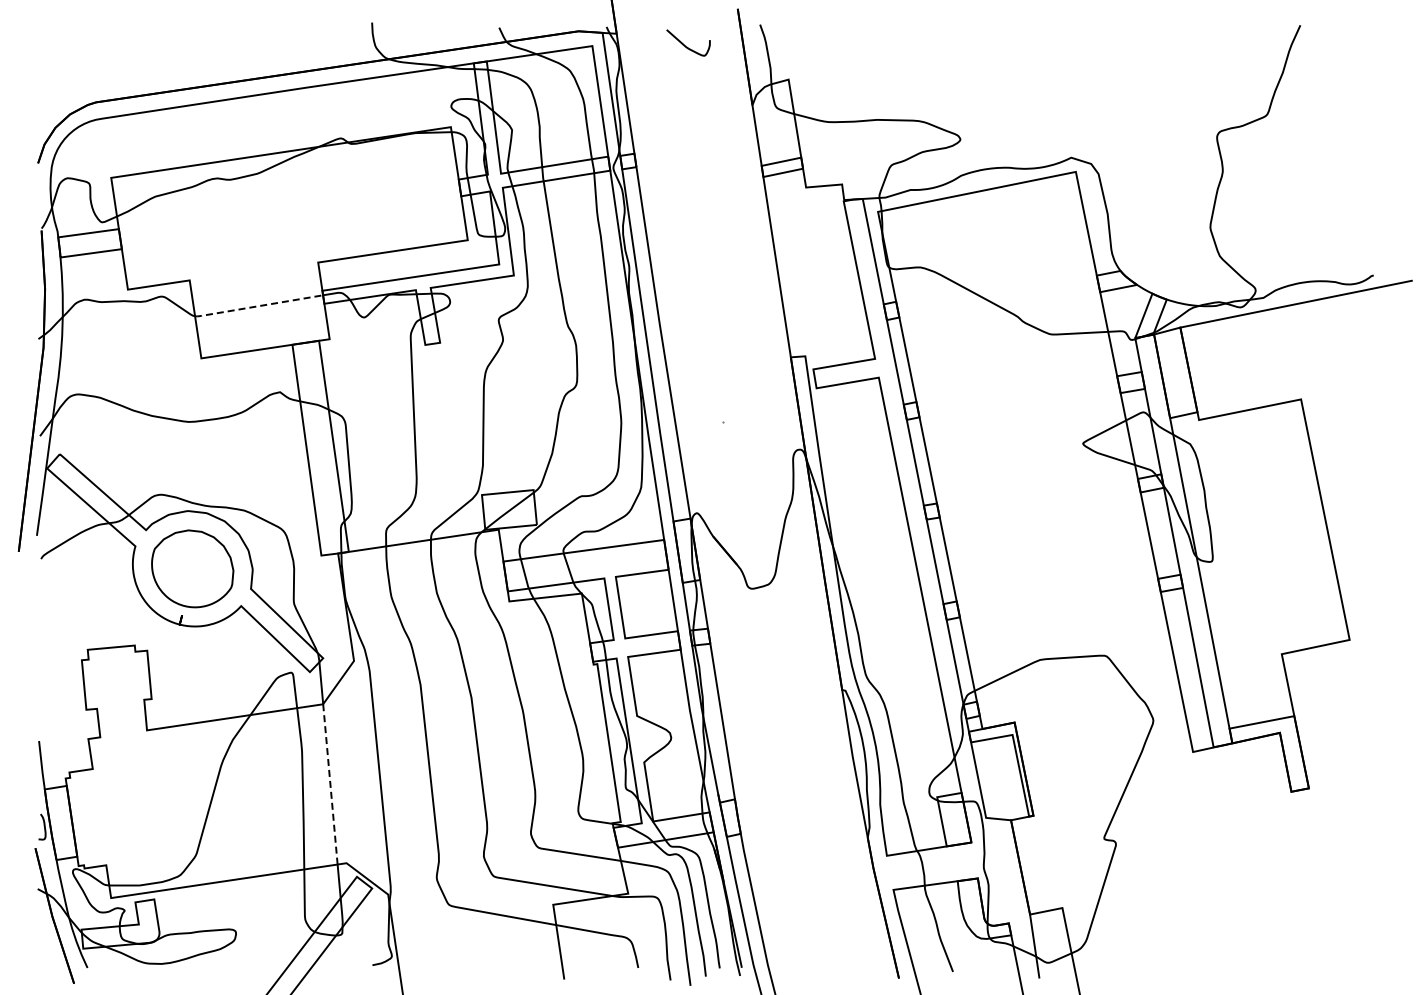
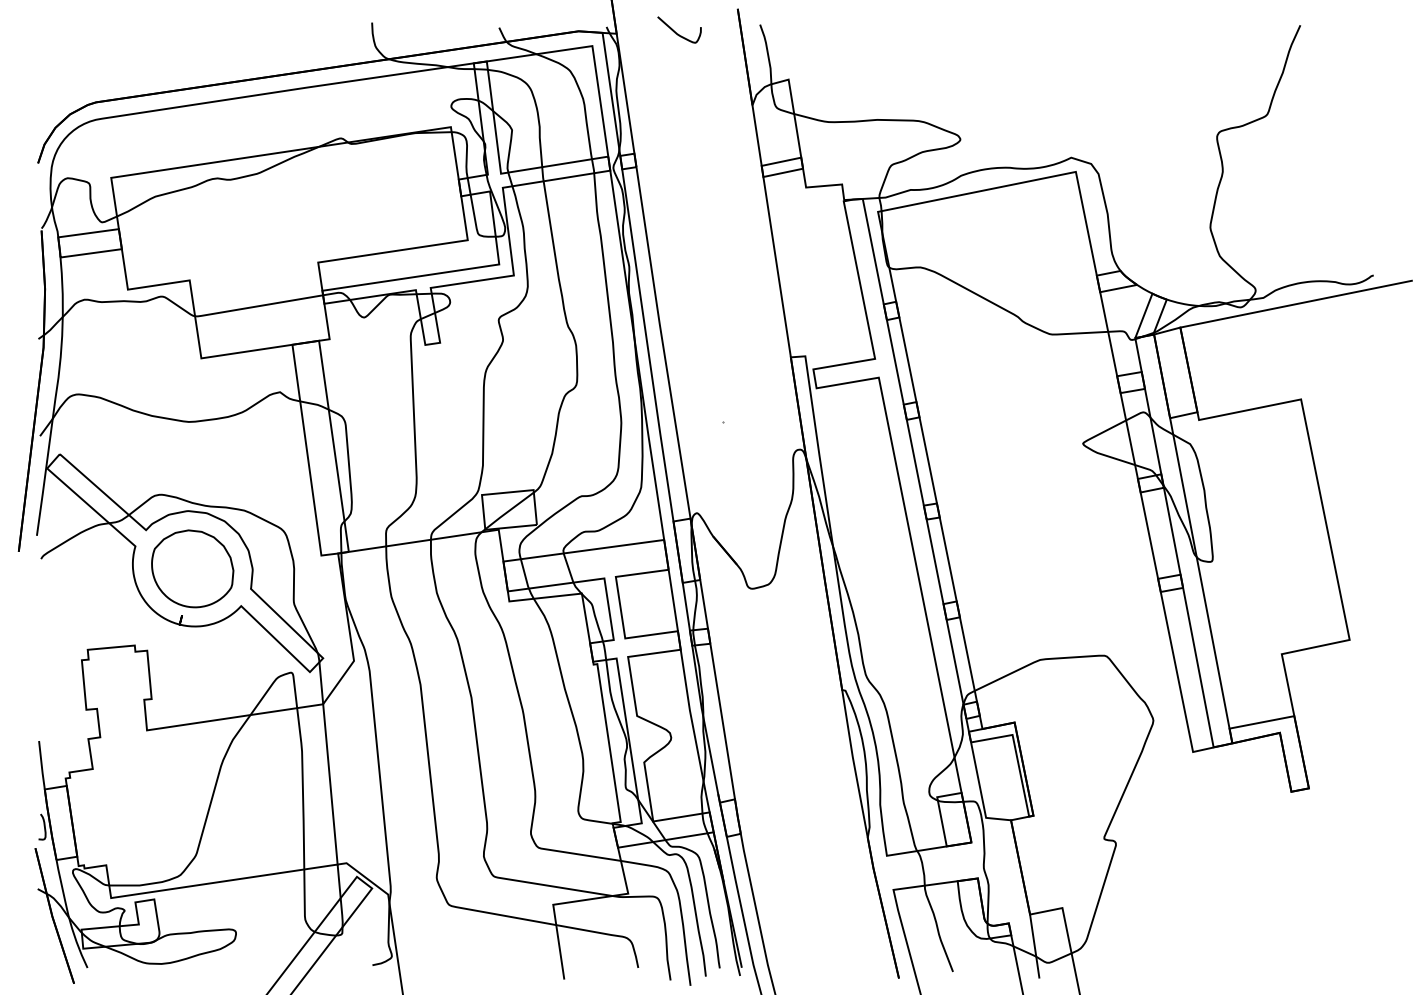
curve at (687, 46) position: (687, 46) -> (678, 33)
line at (258, 306): dashed -> solid
line at (330, 784): dashed -> solid
